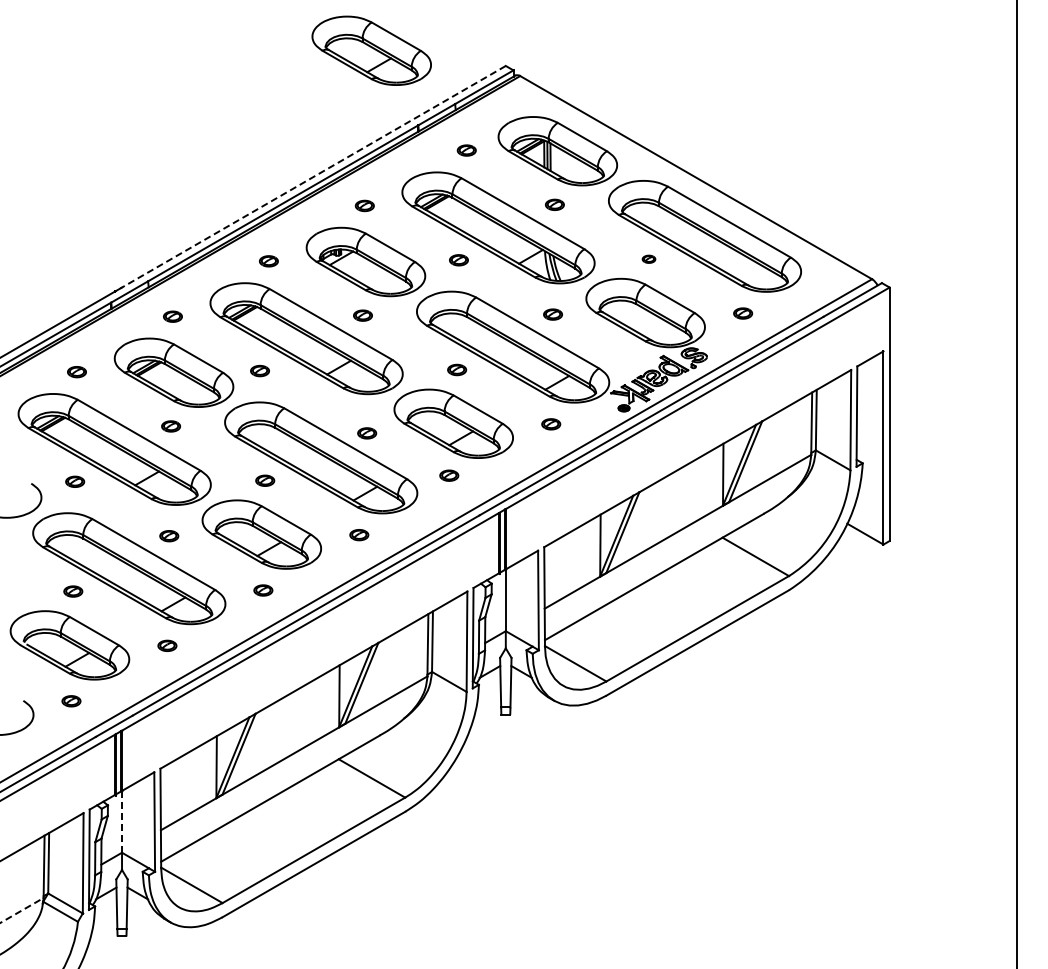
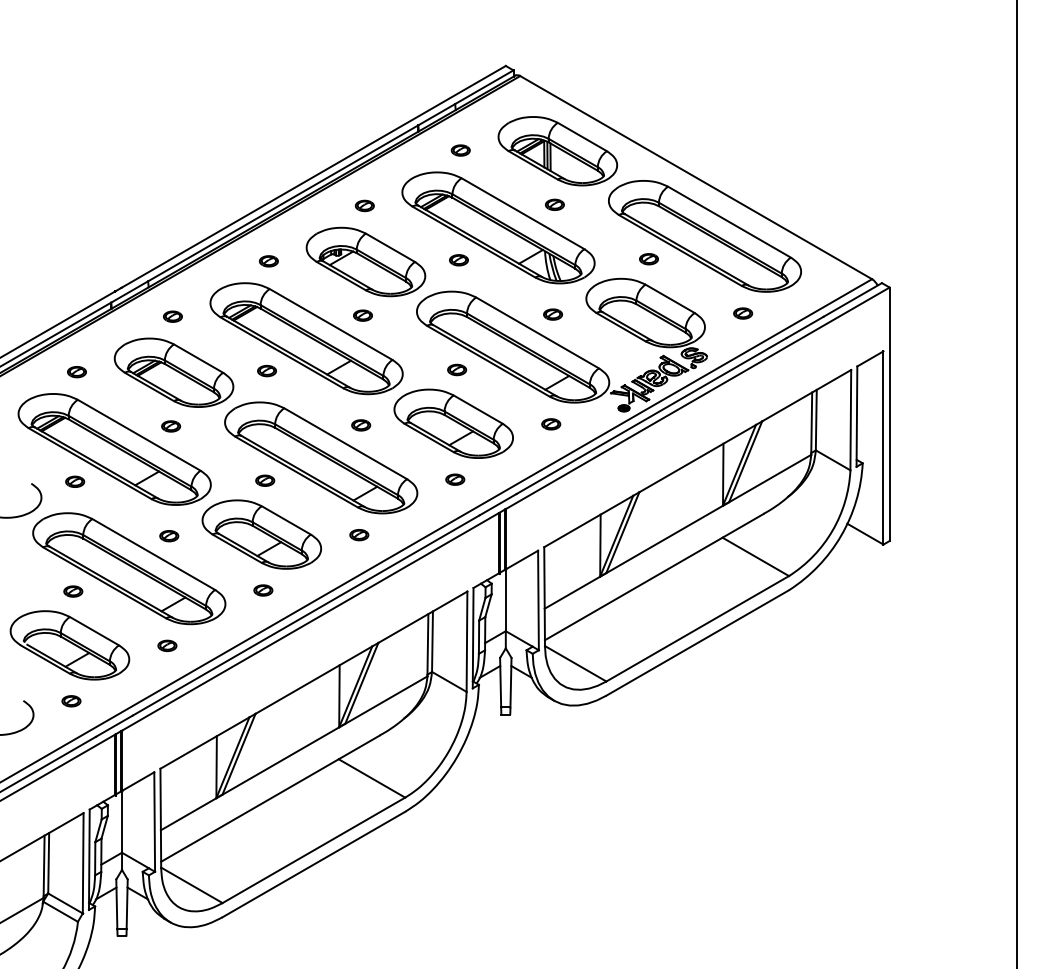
part at (371, 50): present -> none
part at (466, 150) position: (466, 150) -> (460, 150)
line at (313, 176): dashed -> solid
part at (648, 258) size: 16x10 px -> 20x13 px
part at (259, 370) position: (259, 370) -> (266, 370)
part at (367, 433) position: (367, 433) -> (361, 425)
part at (449, 475) position: (449, 475) -> (455, 479)
line at (122, 821): dashed -> solid
line at (22, 910): dashed -> solid
